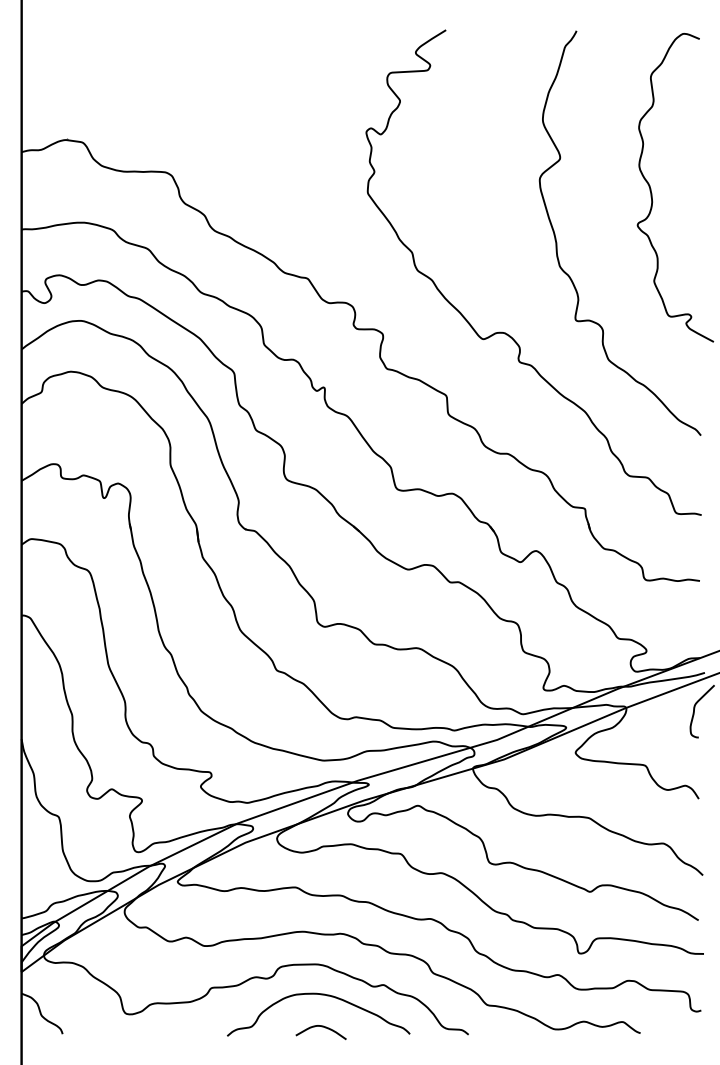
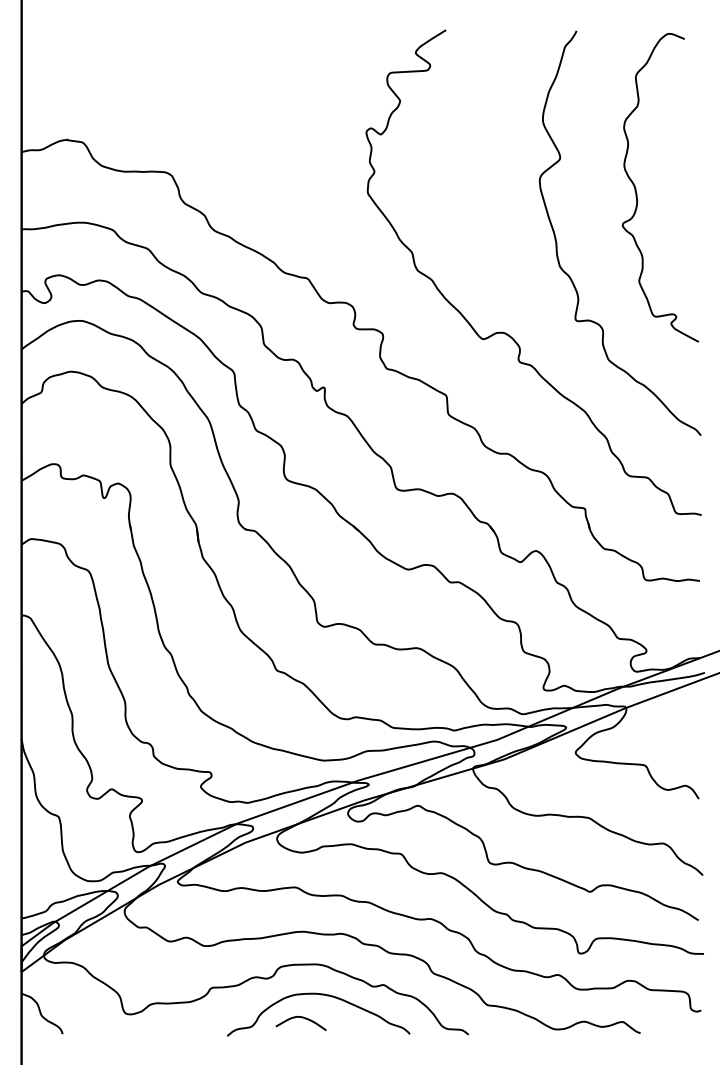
curve at (652, 193) position: (652, 193) -> (637, 193)
curve at (695, 708): present -> none
curve at (321, 1027) position: (321, 1027) -> (301, 1018)
